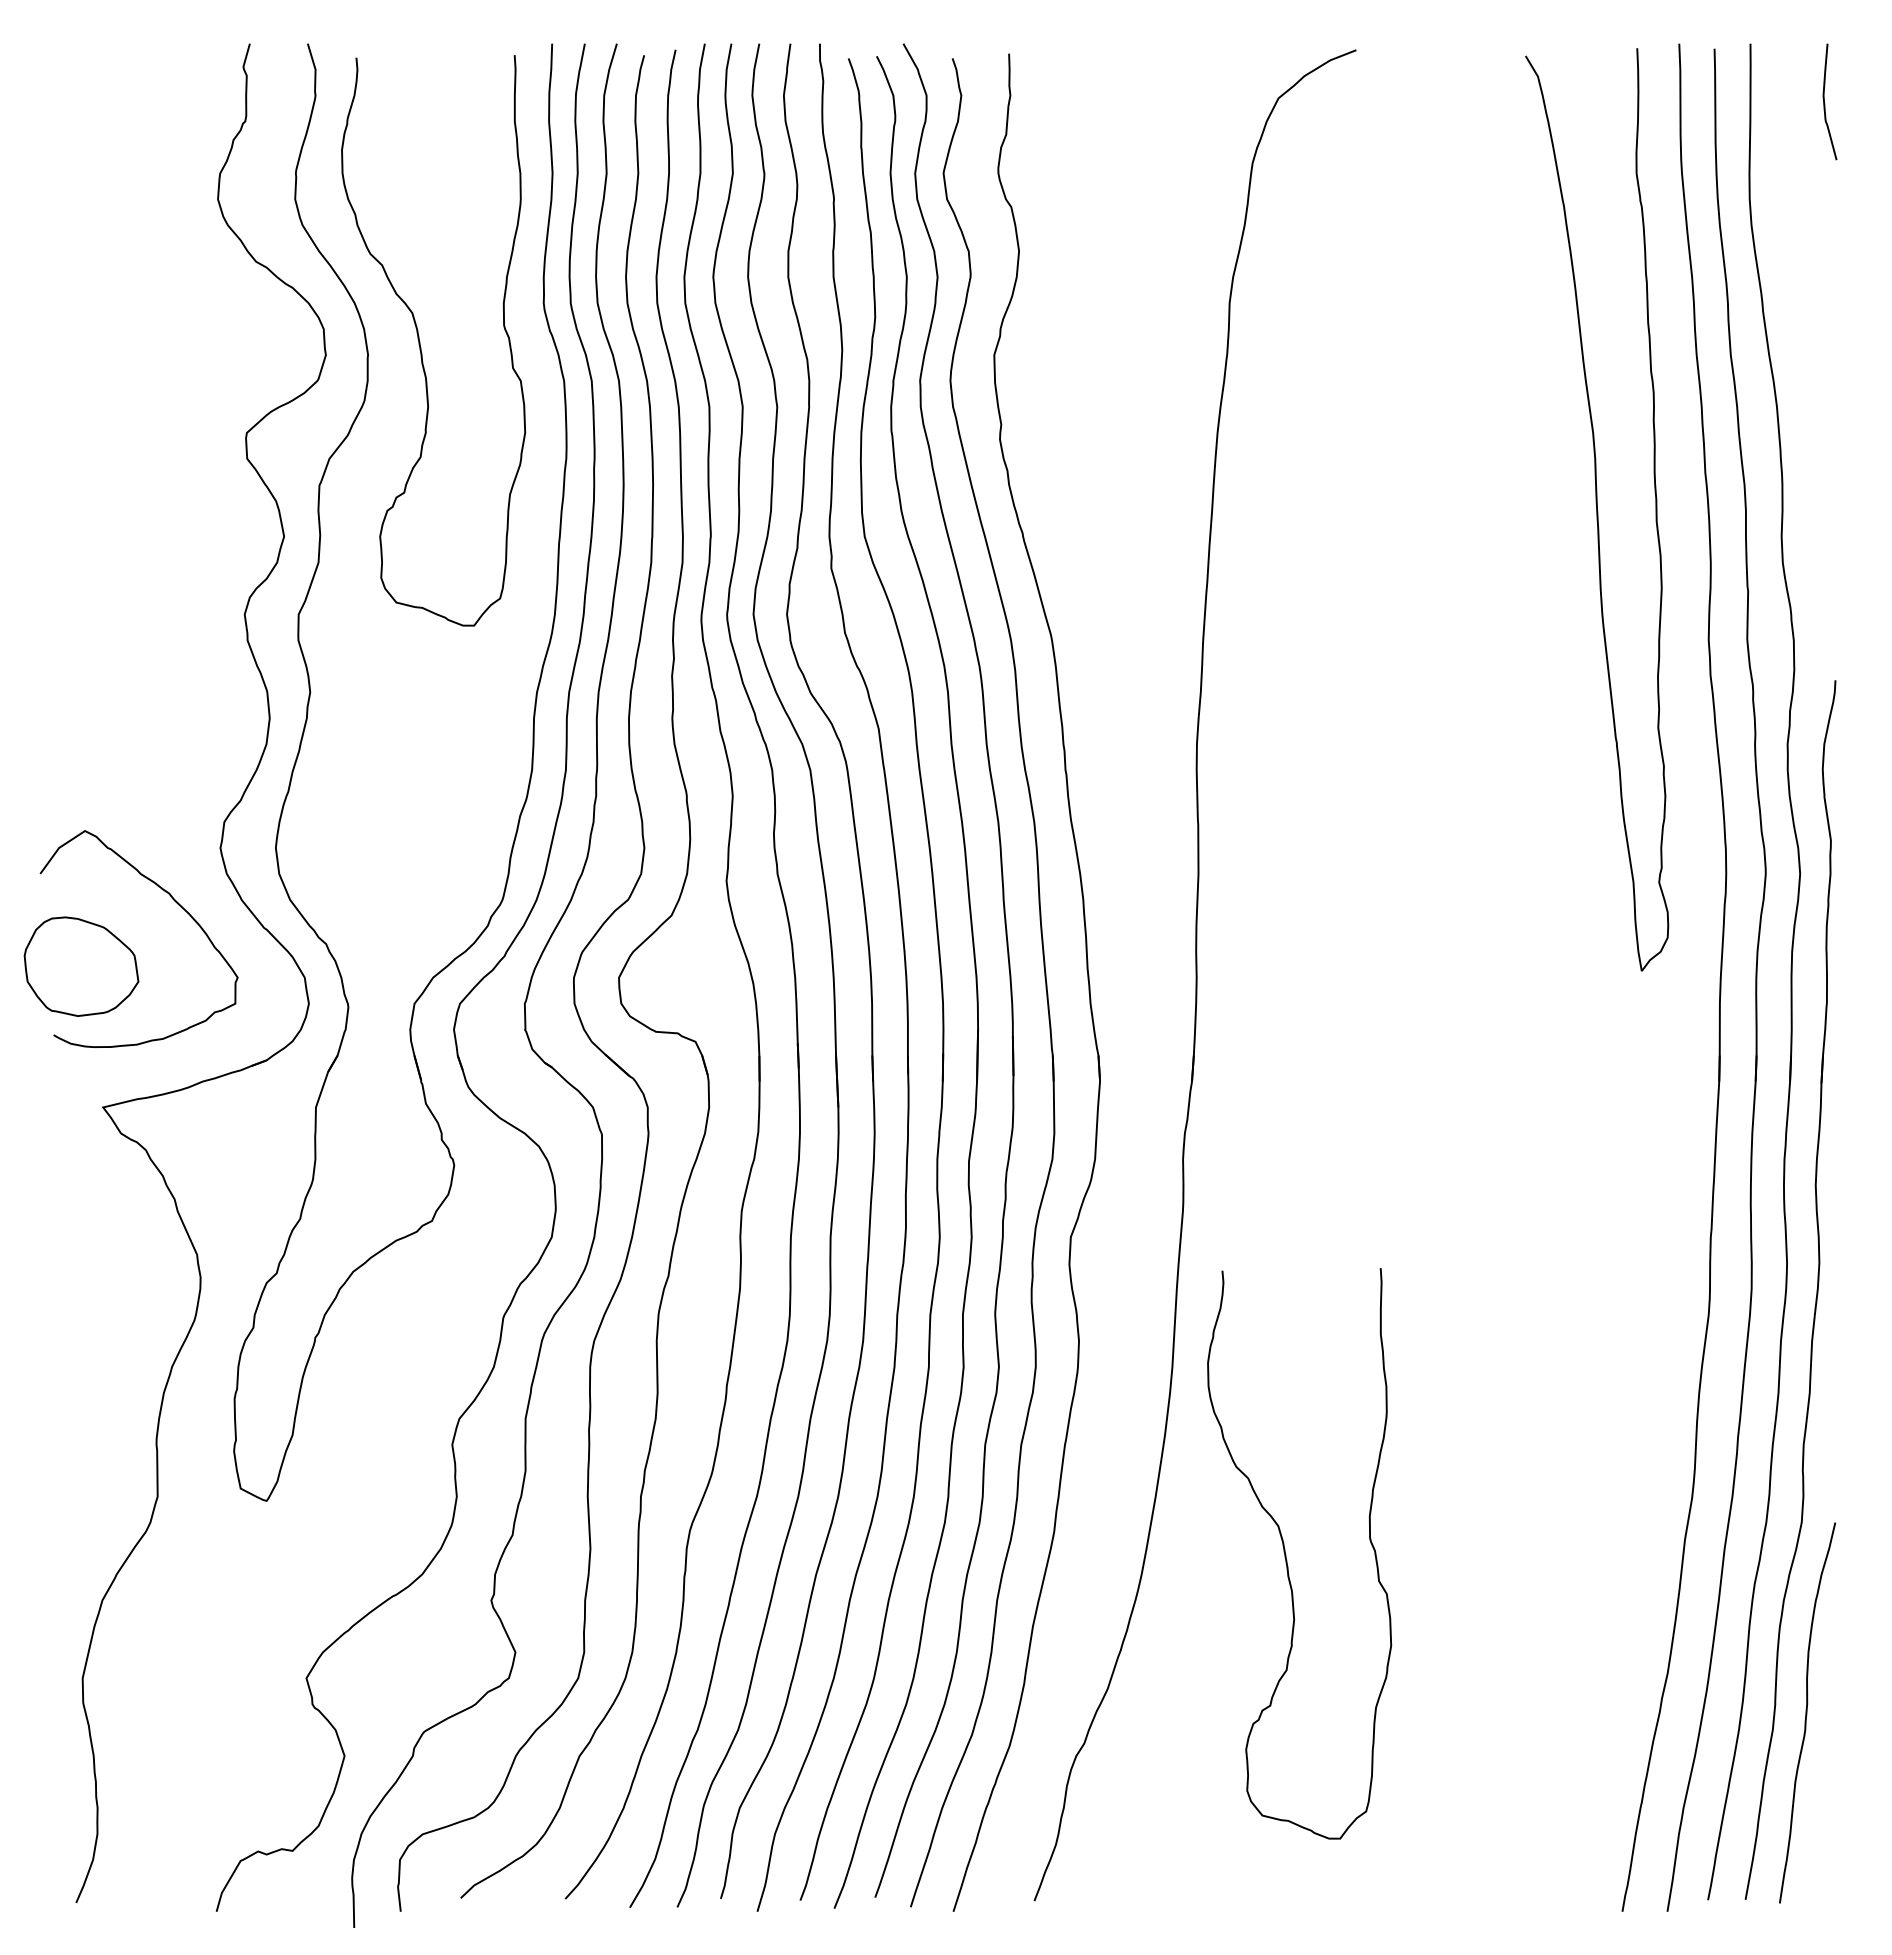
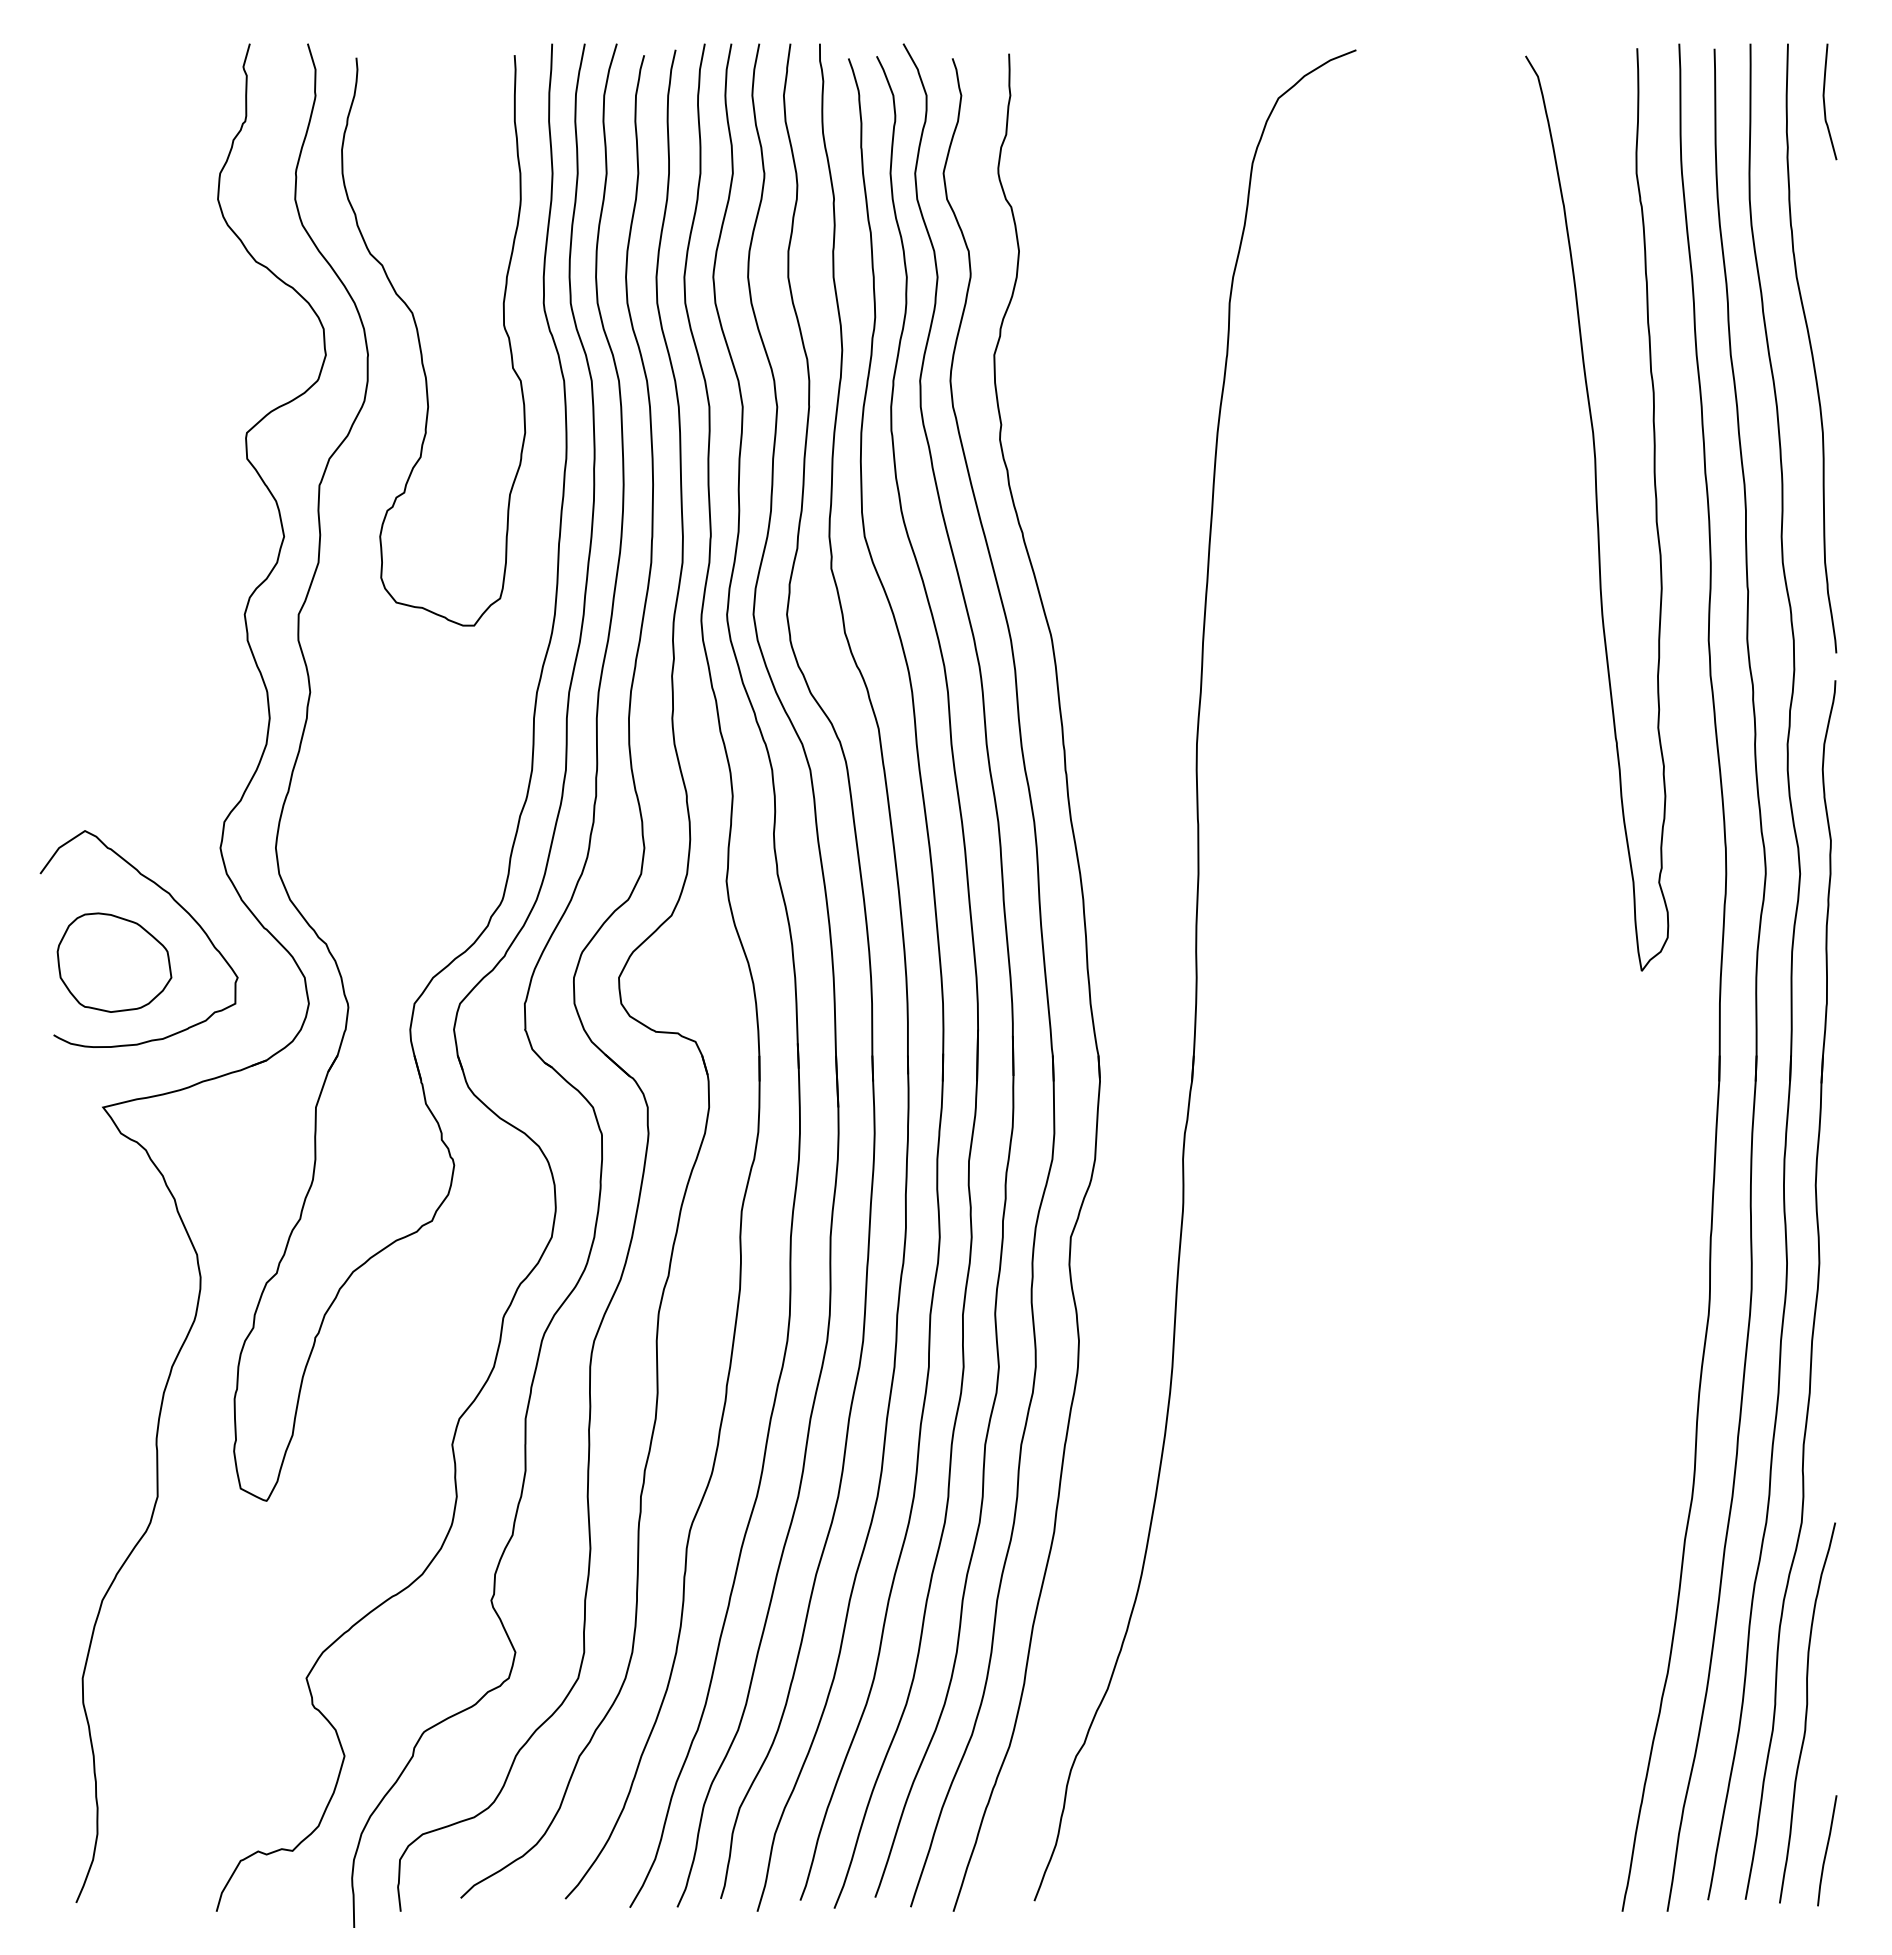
curve at (1811, 348): none -> present
part at (81, 966) position: (81, 966) -> (114, 962)
curve at (1286, 1554): present -> none
line at (1827, 1850): none -> present
